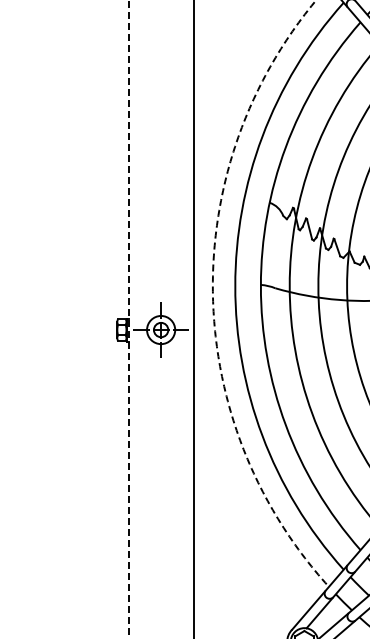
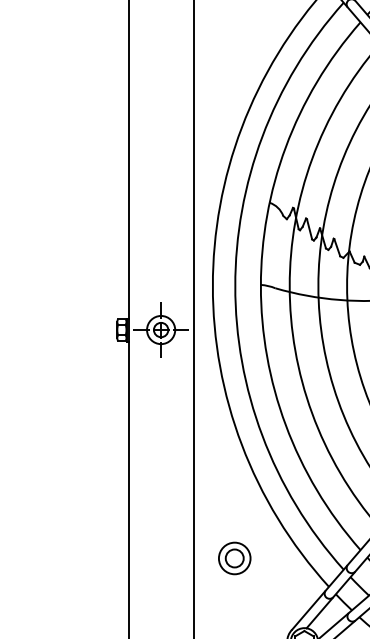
arc at (213, 295): dashed -> solid
line at (128, 319): dashed -> solid
part at (234, 558): none -> present
